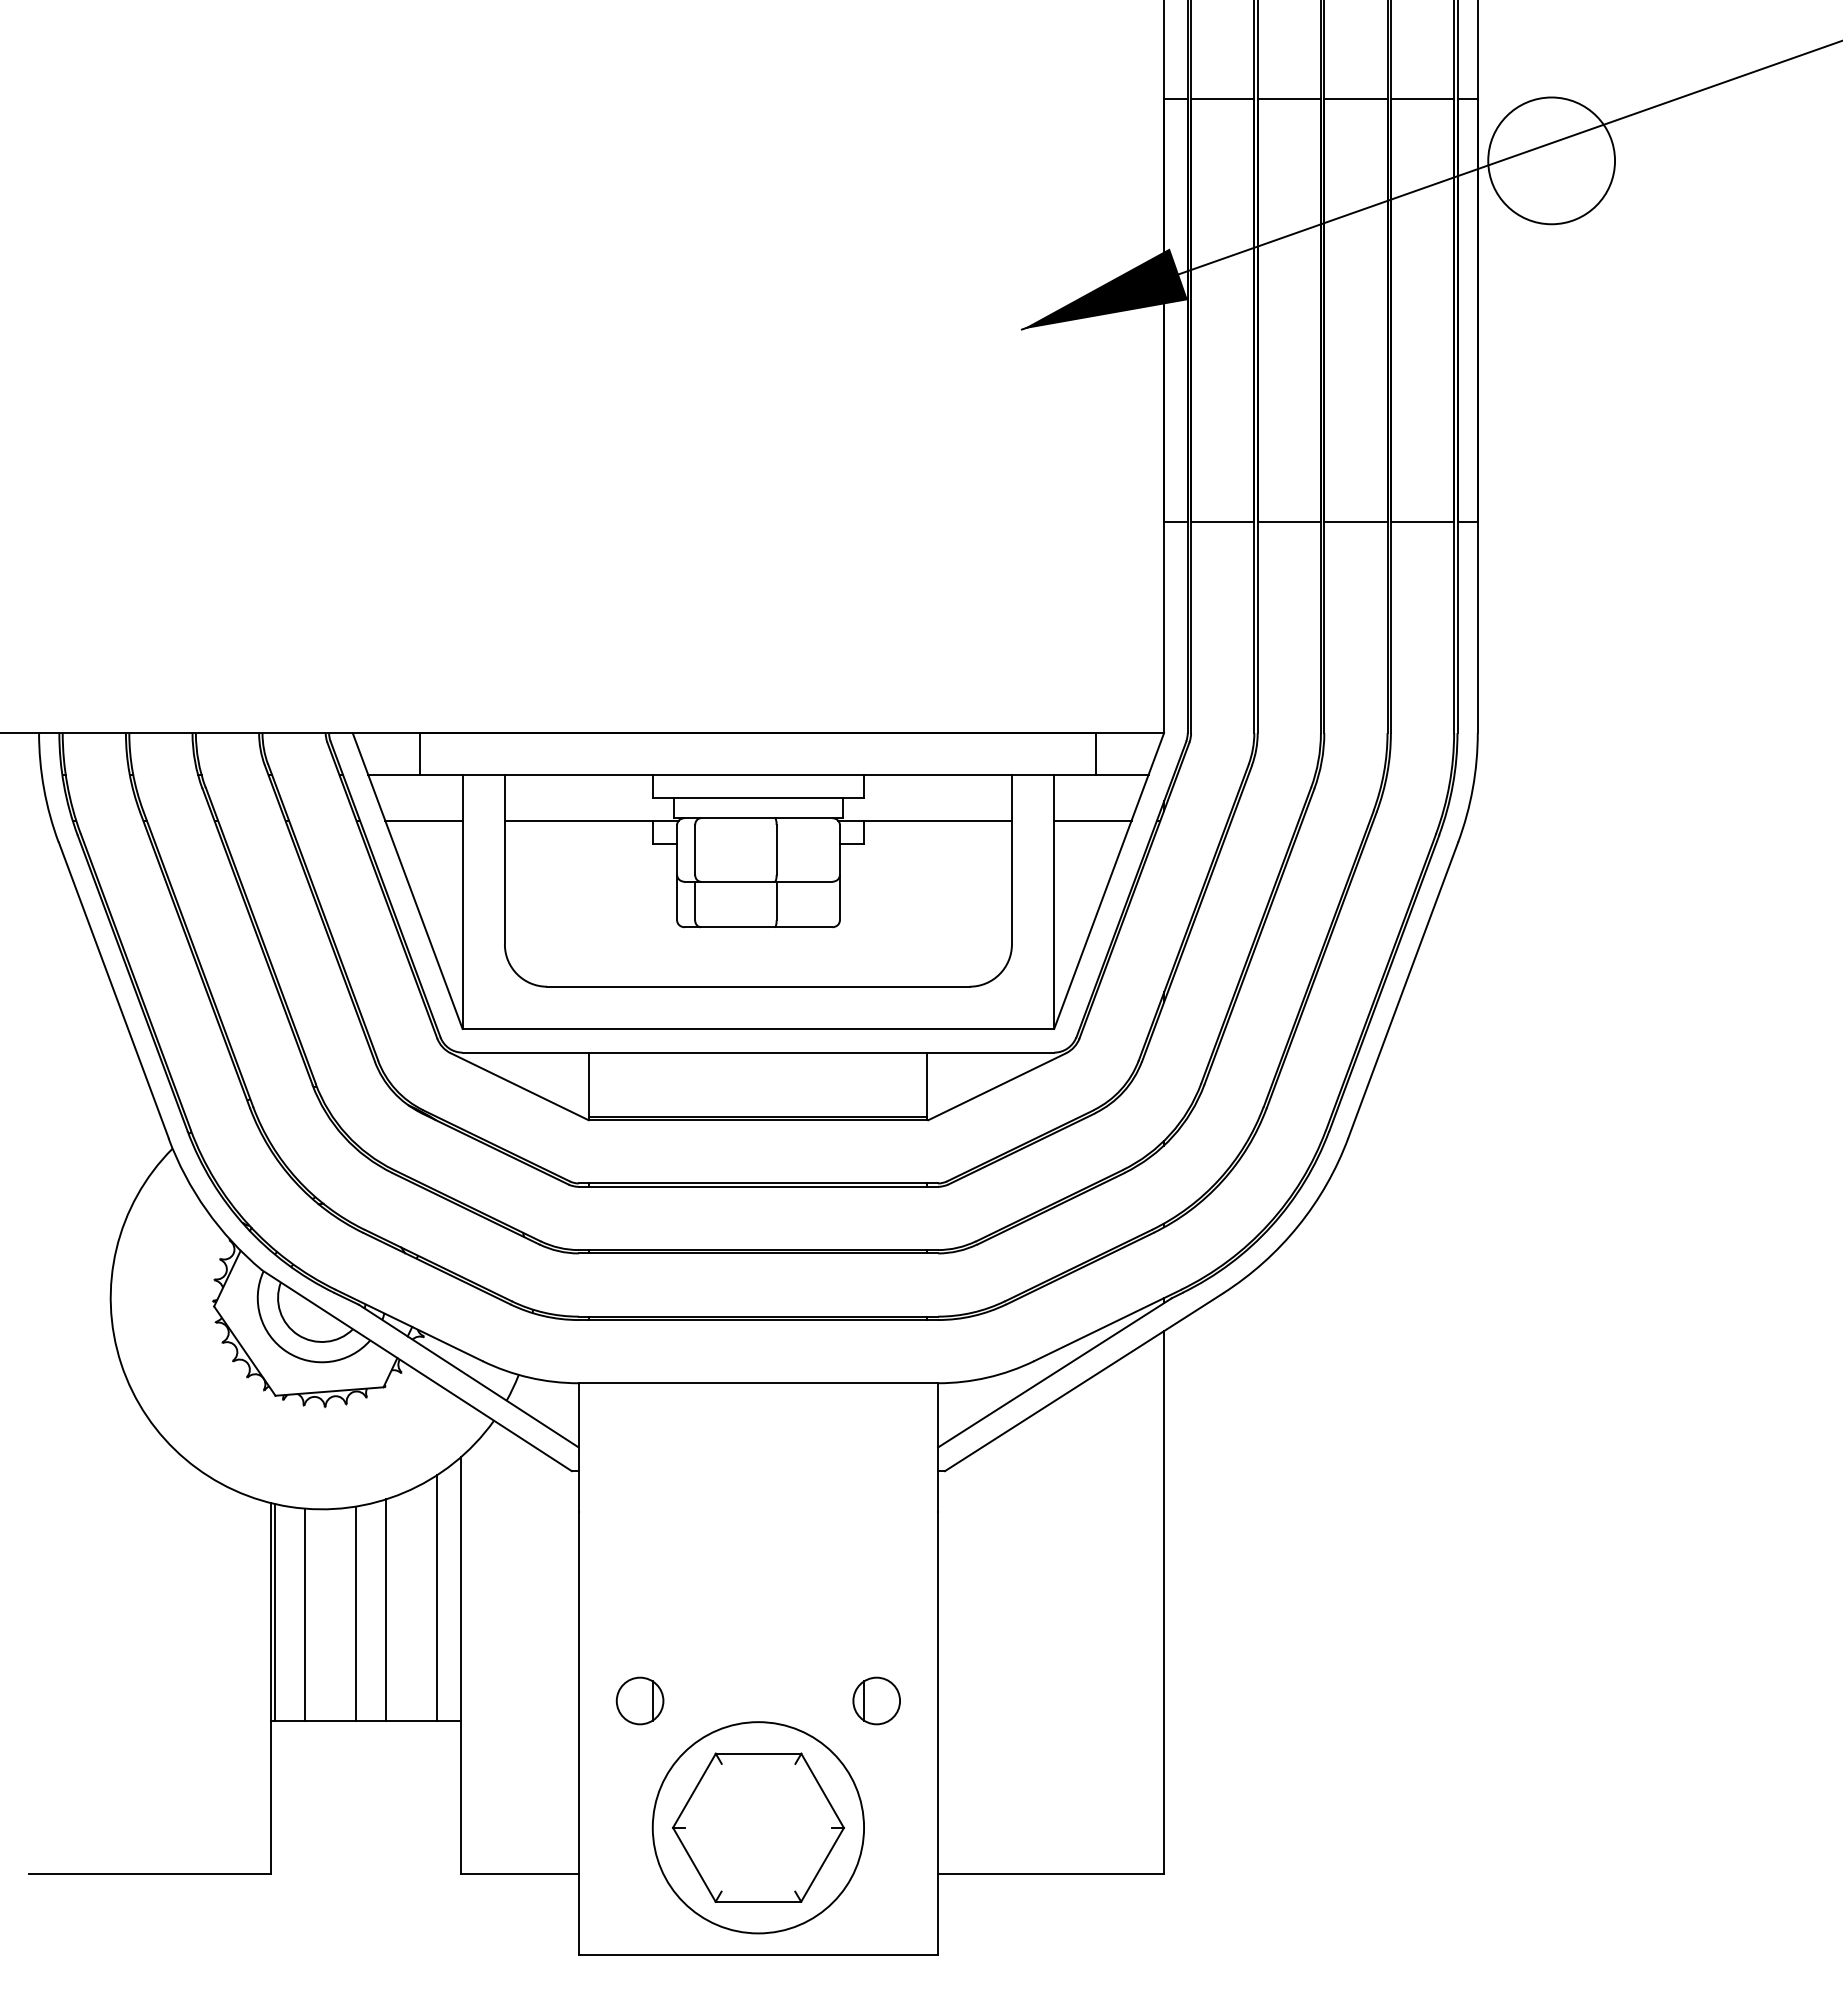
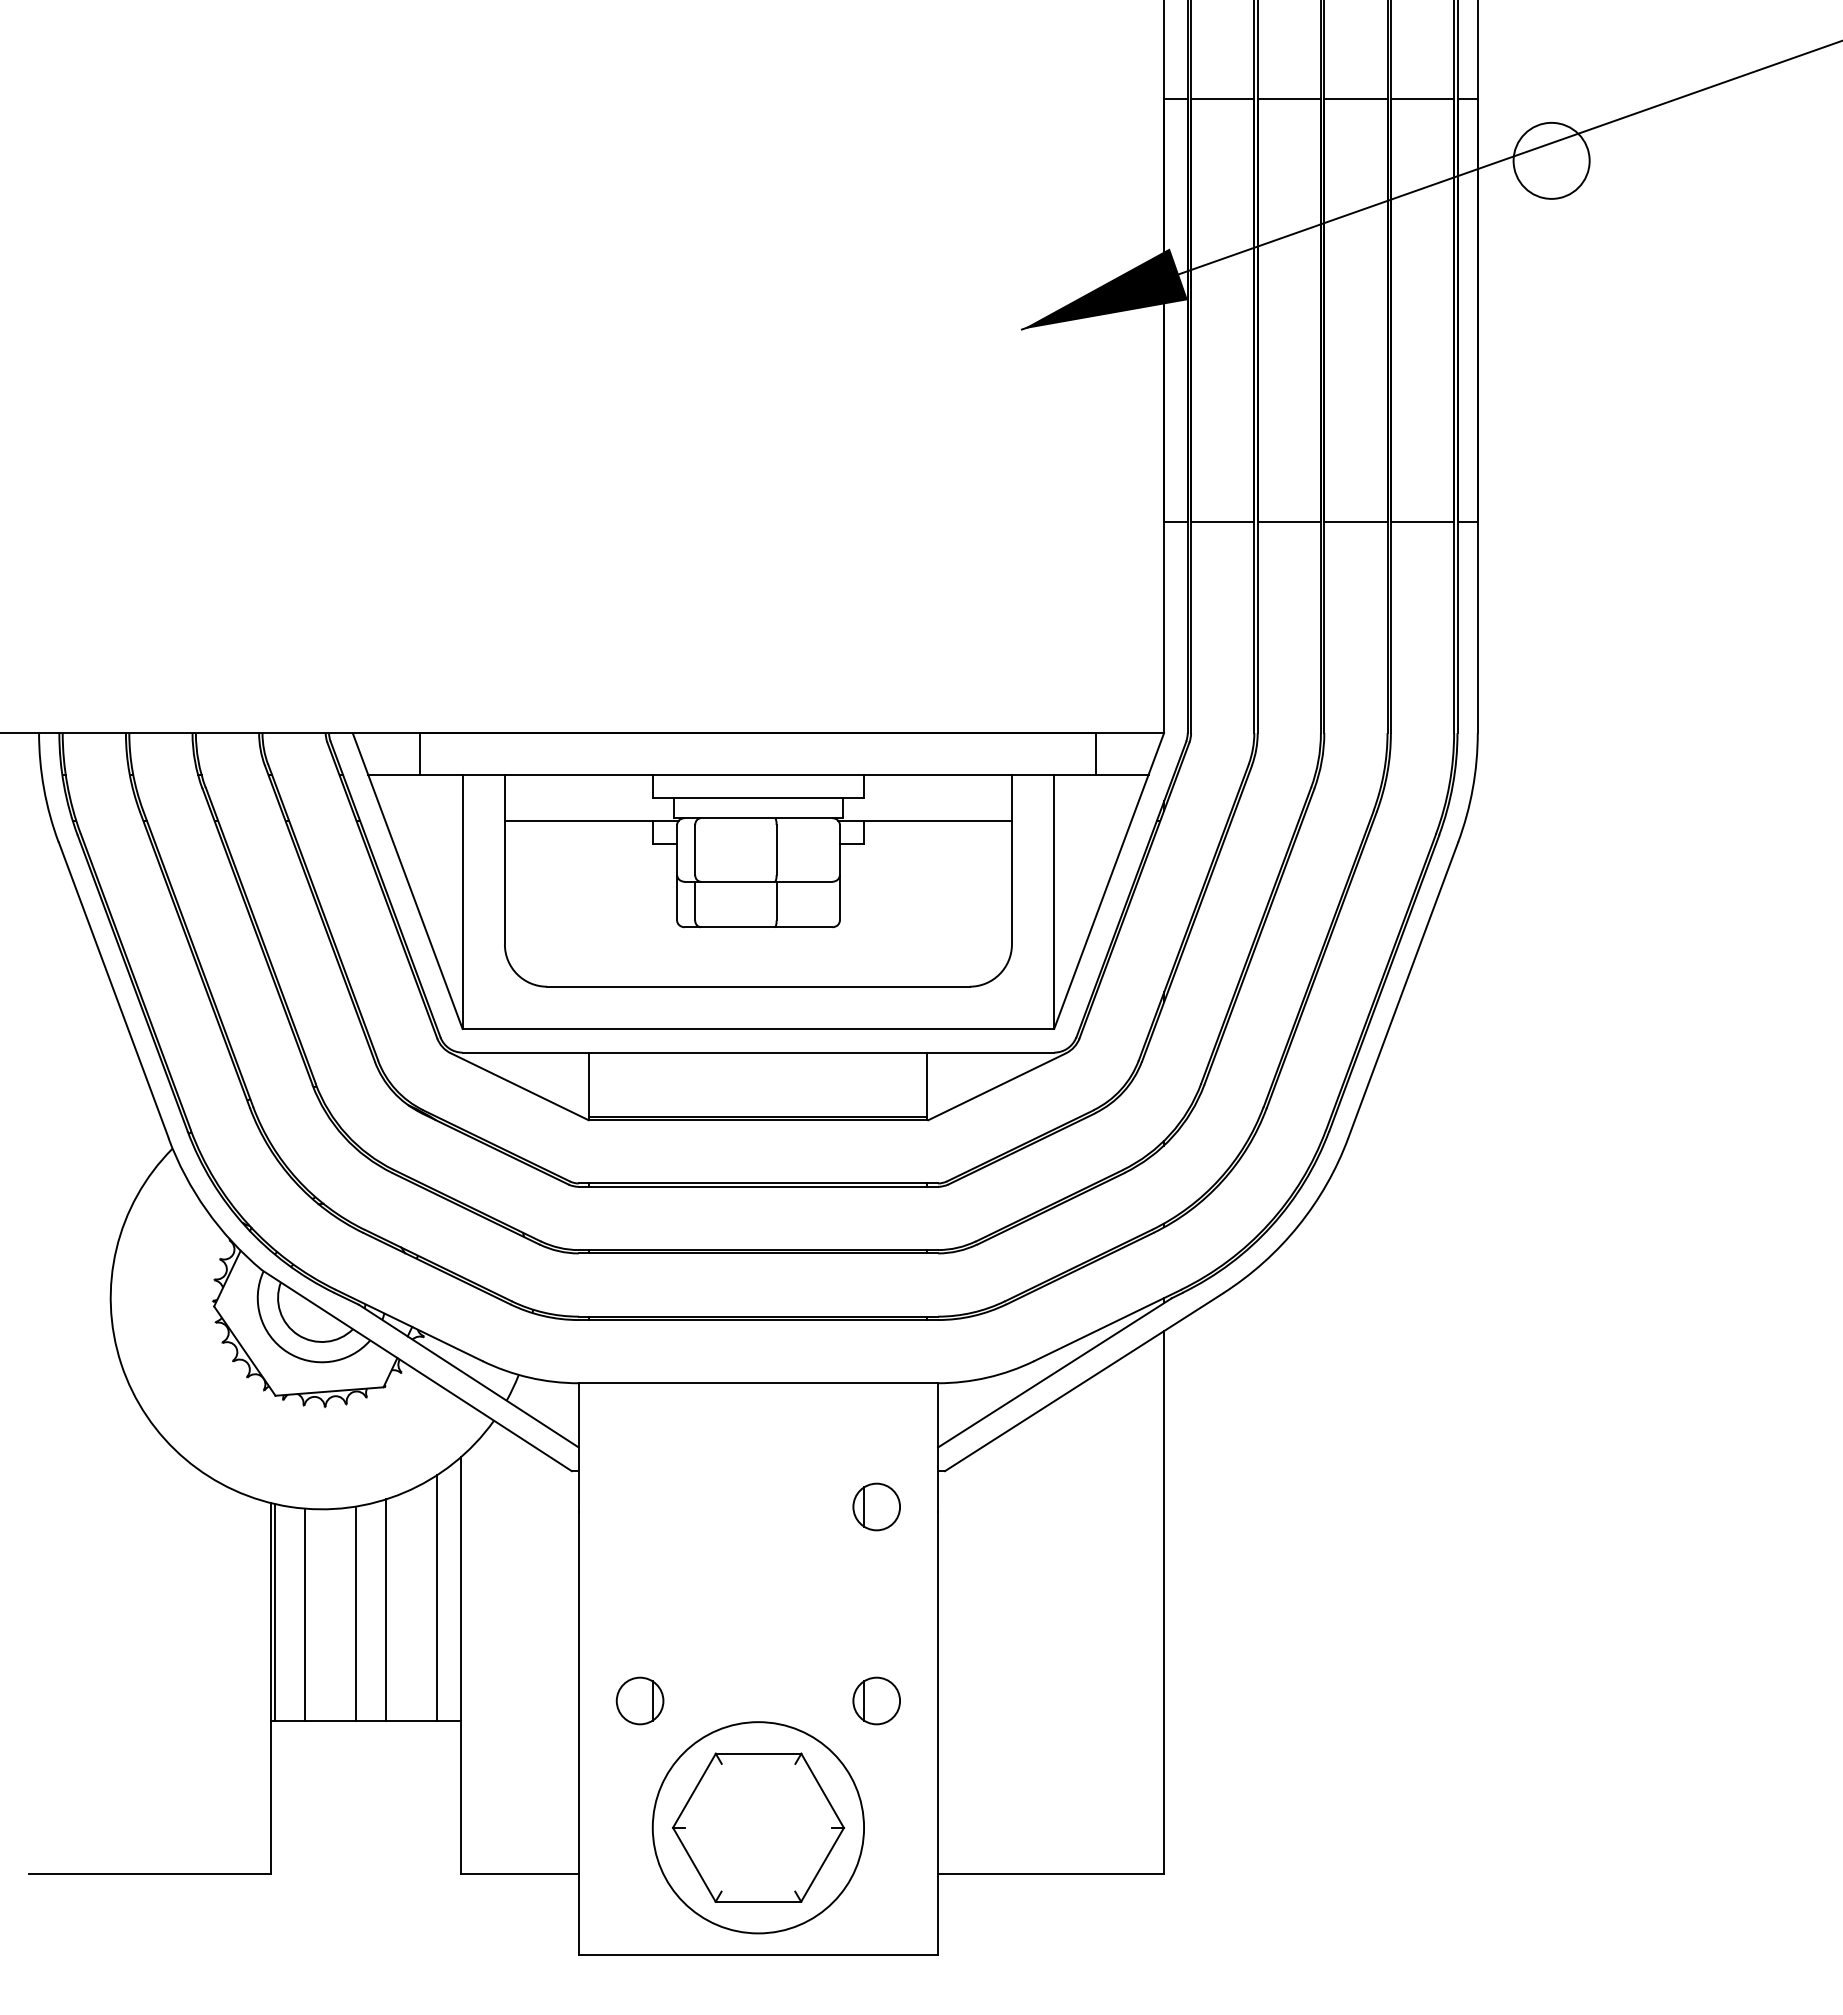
circle at (1551, 160) diameter: 127 px -> 76 px
line at (423, 820): present -> none
line at (1092, 820): present -> none
part at (876, 1506): none -> present
